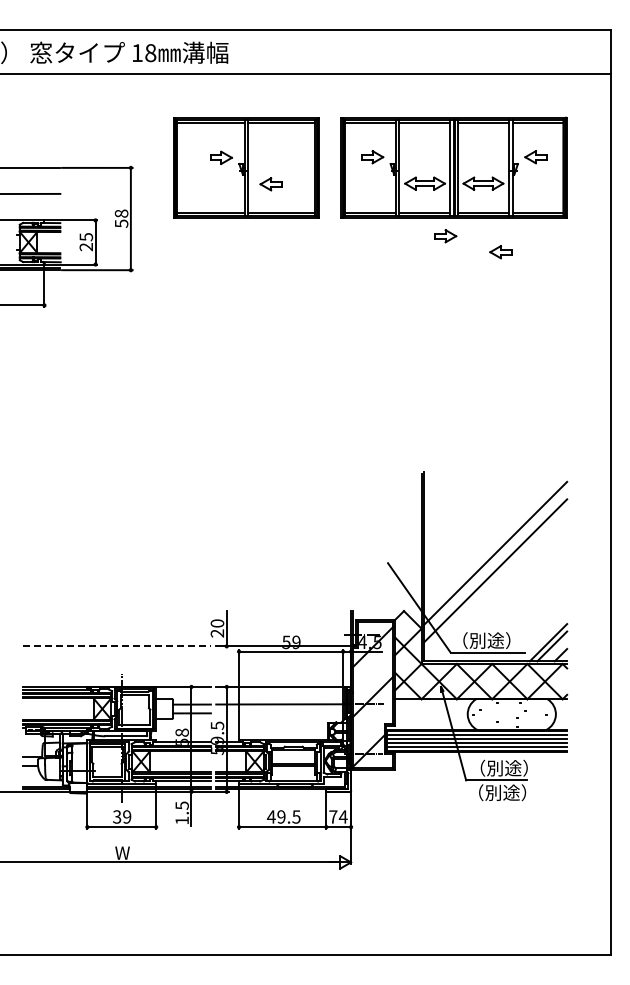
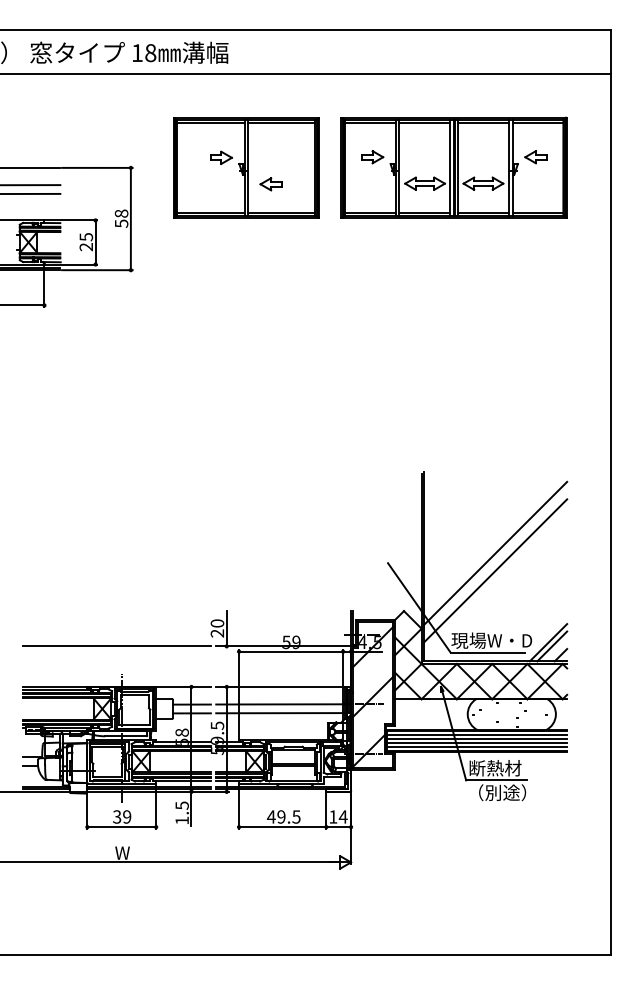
line at (31, 185): none -> present
part at (445, 236): present -> none
part at (500, 252): present -> none
text at (491, 640): （別途） -> 現場W・D
line at (116, 646): dashed -> solid
line at (280, 713): none -> present
text at (498, 767): （別途） -> 断熱材
text at (333, 816): 74 -> 14
